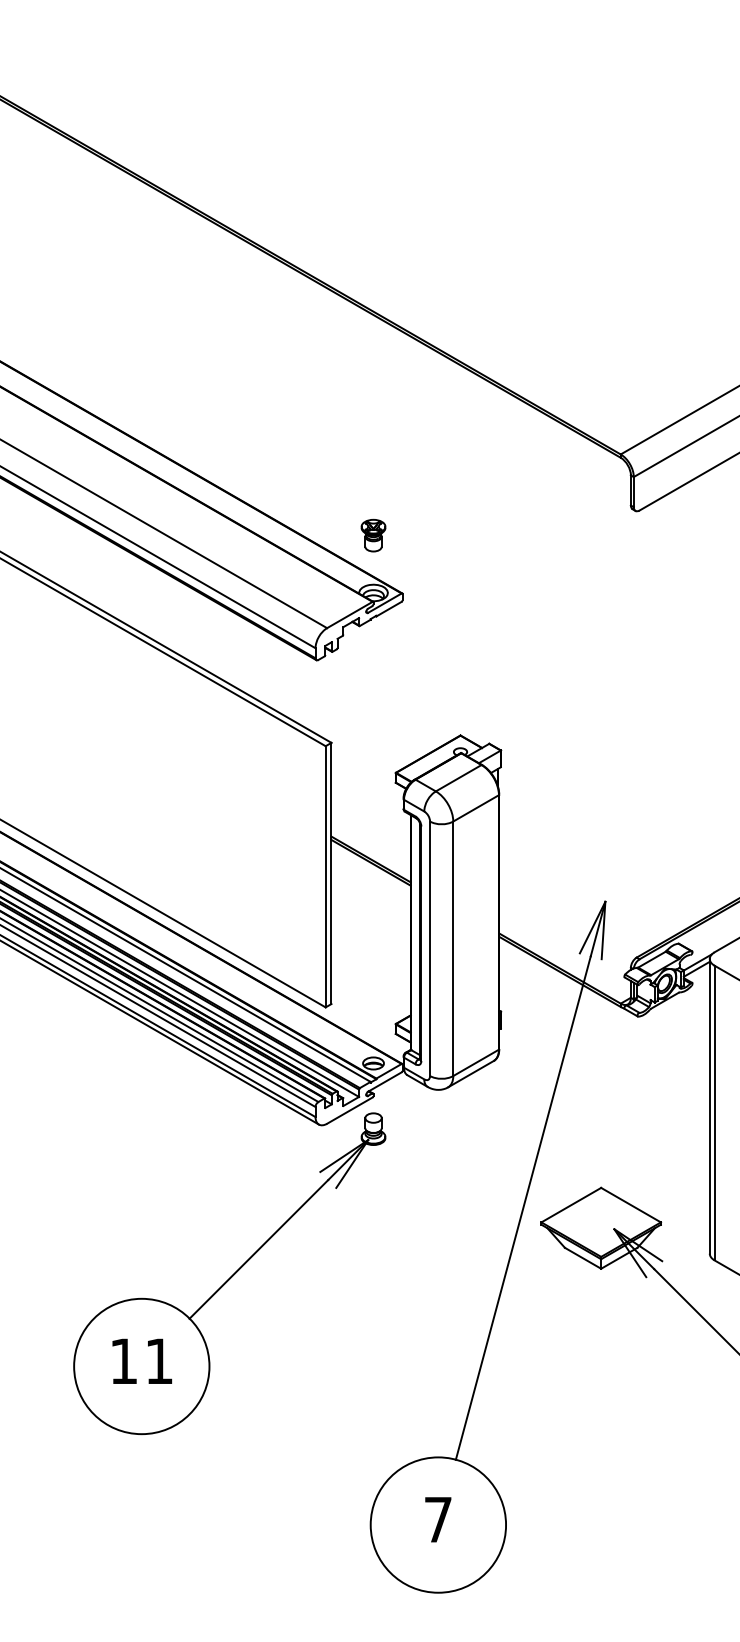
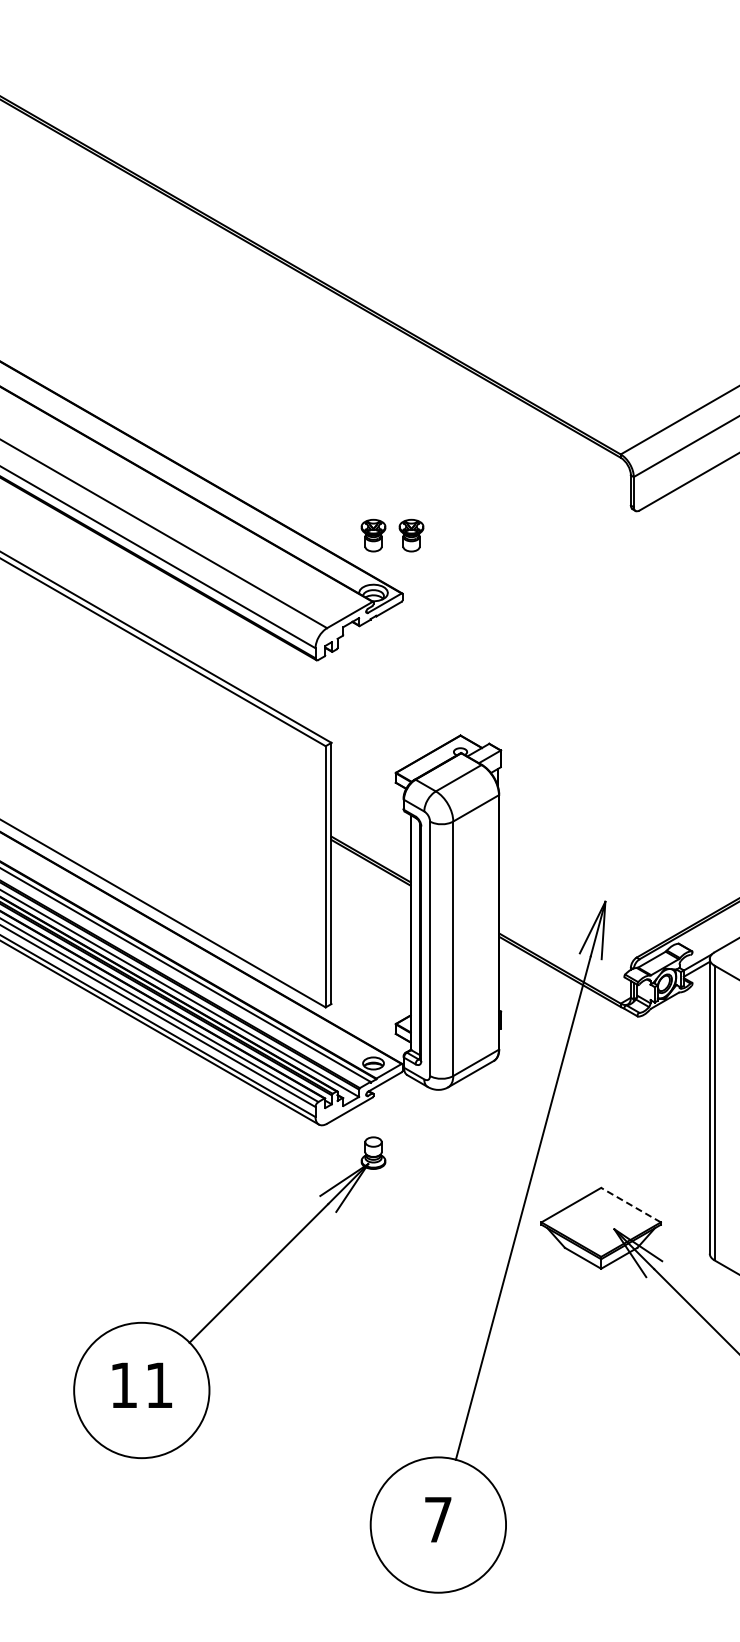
part at (411, 535): none -> present
line at (630, 1204): solid -> dashed
part at (229, 1273) position: (229, 1273) -> (229, 1297)
